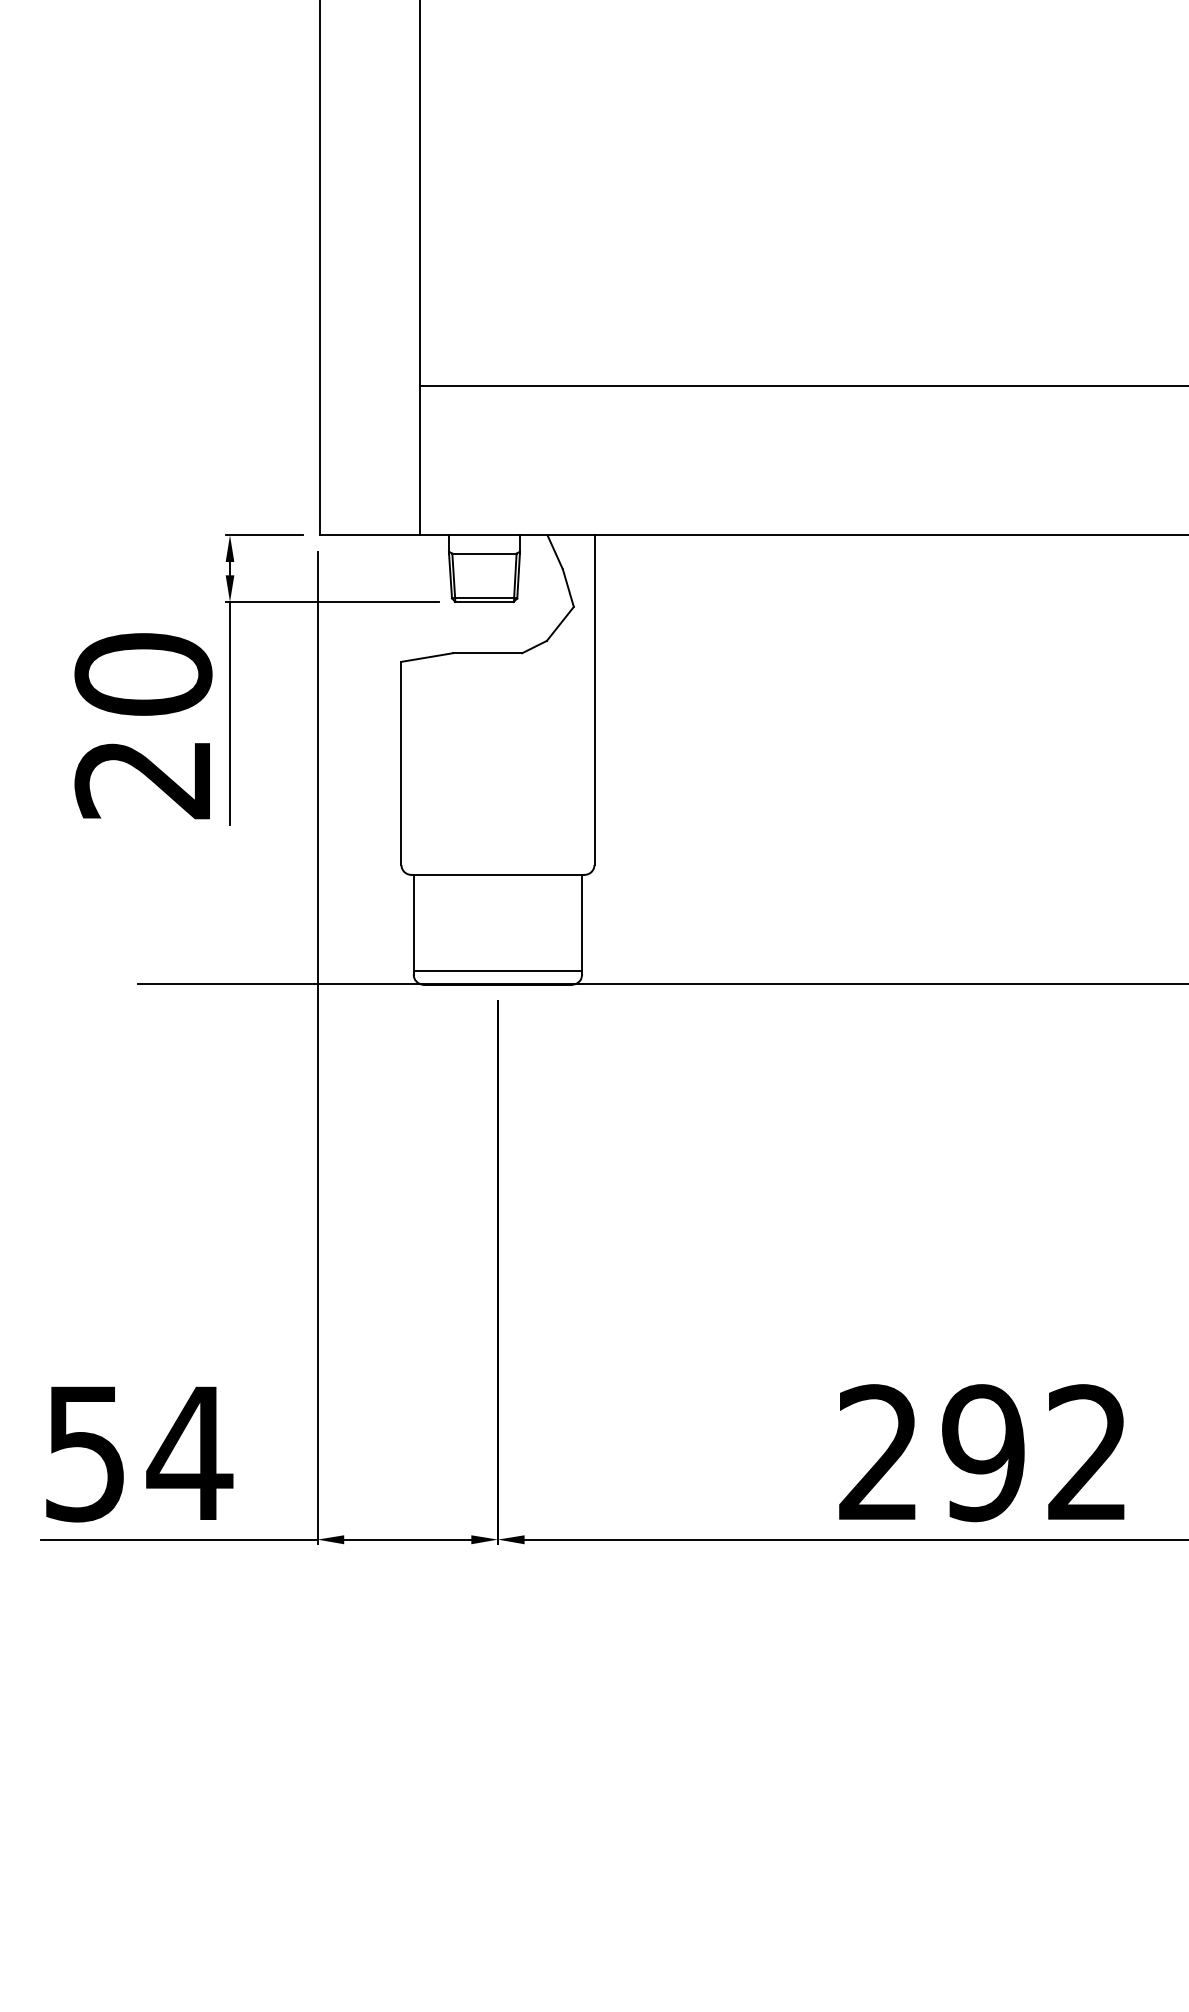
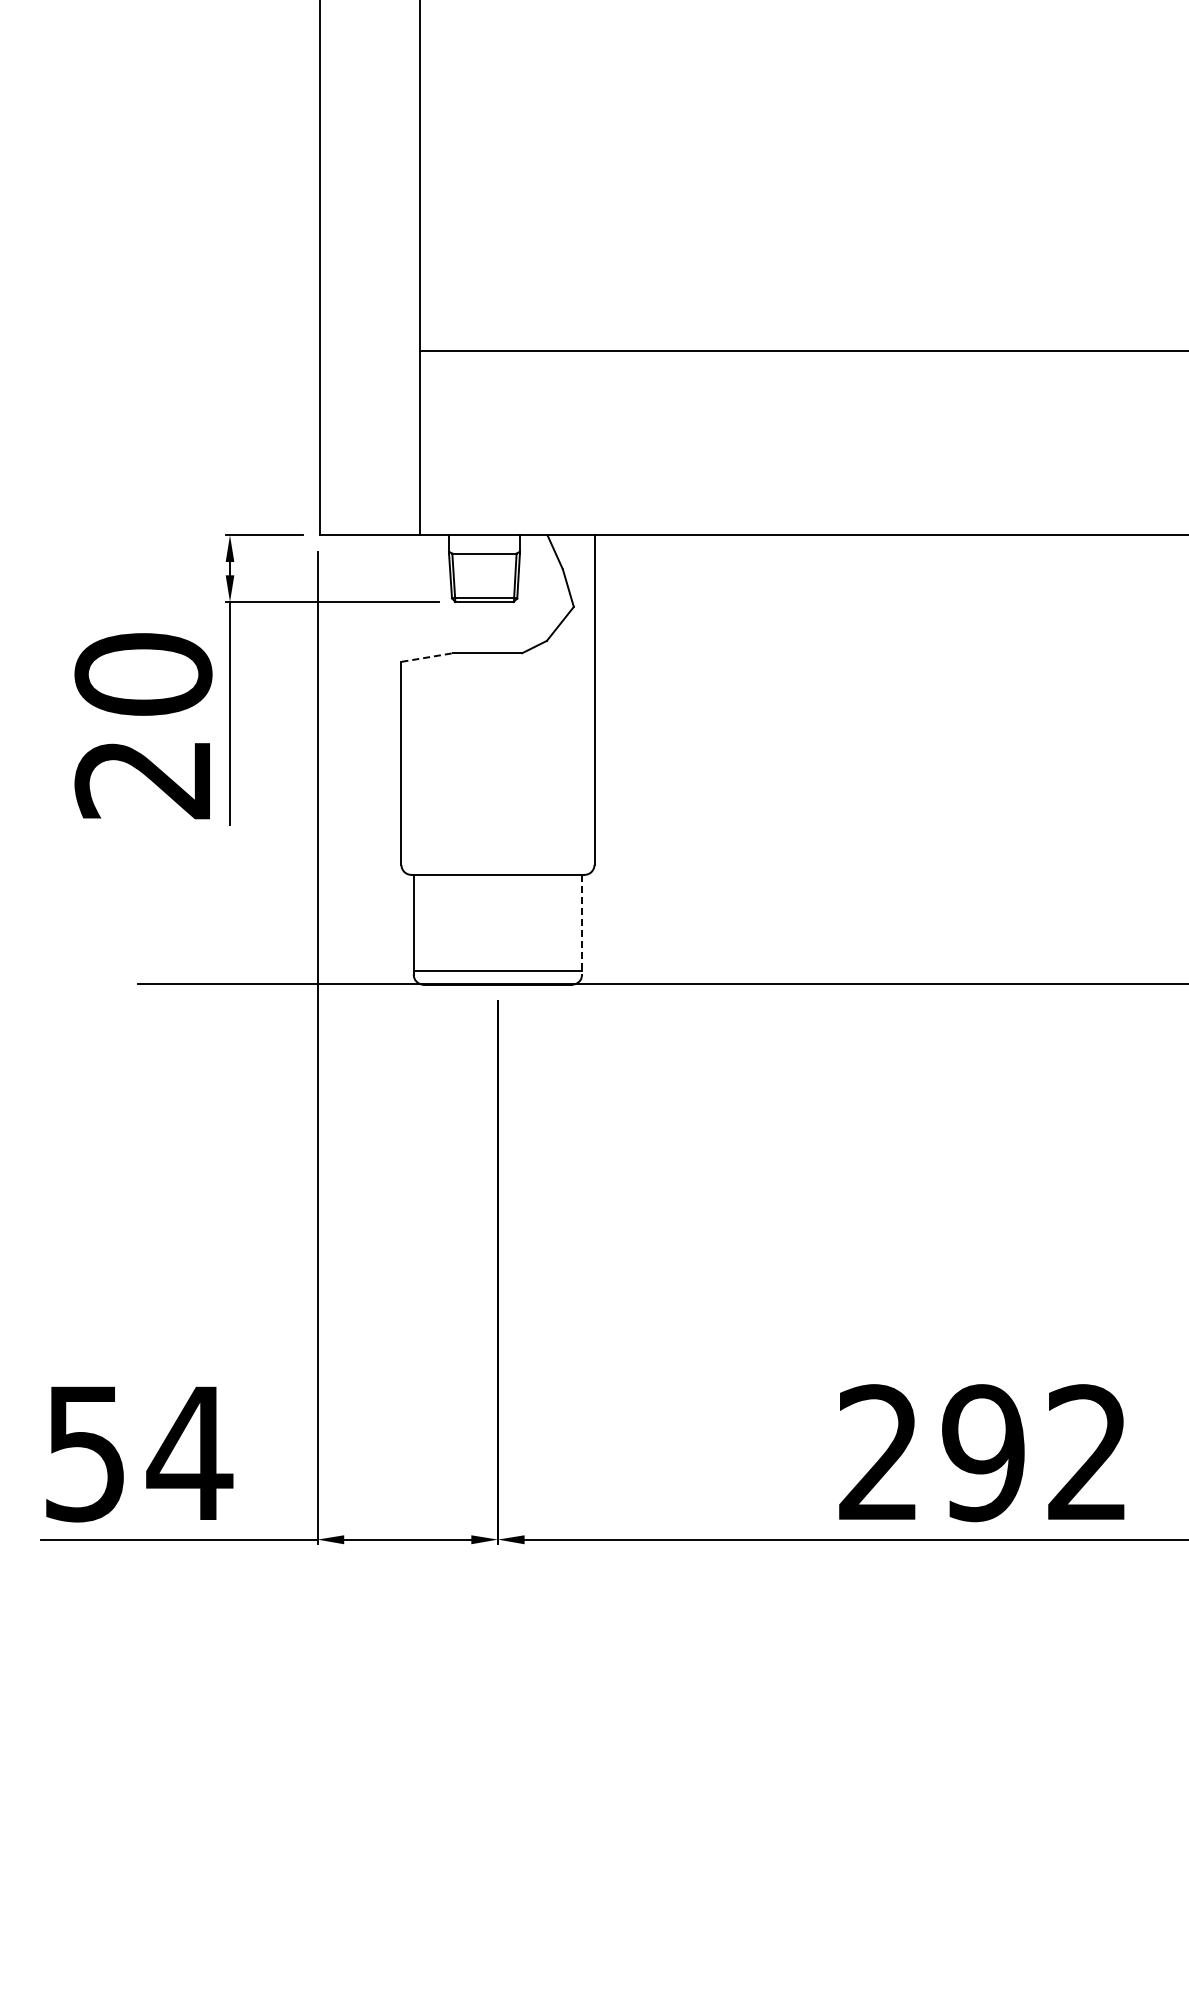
line at (802, 385) position: (802, 385) -> (802, 350)
line at (427, 657): solid -> dashed
line at (582, 924): solid -> dashed
